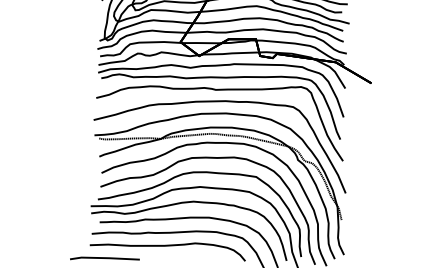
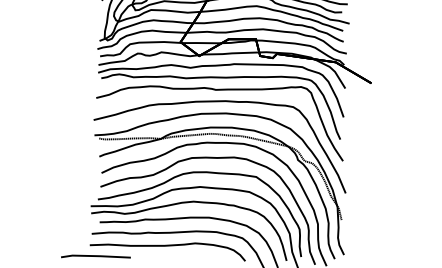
part at (104, 258) position: (104, 258) -> (95, 256)
